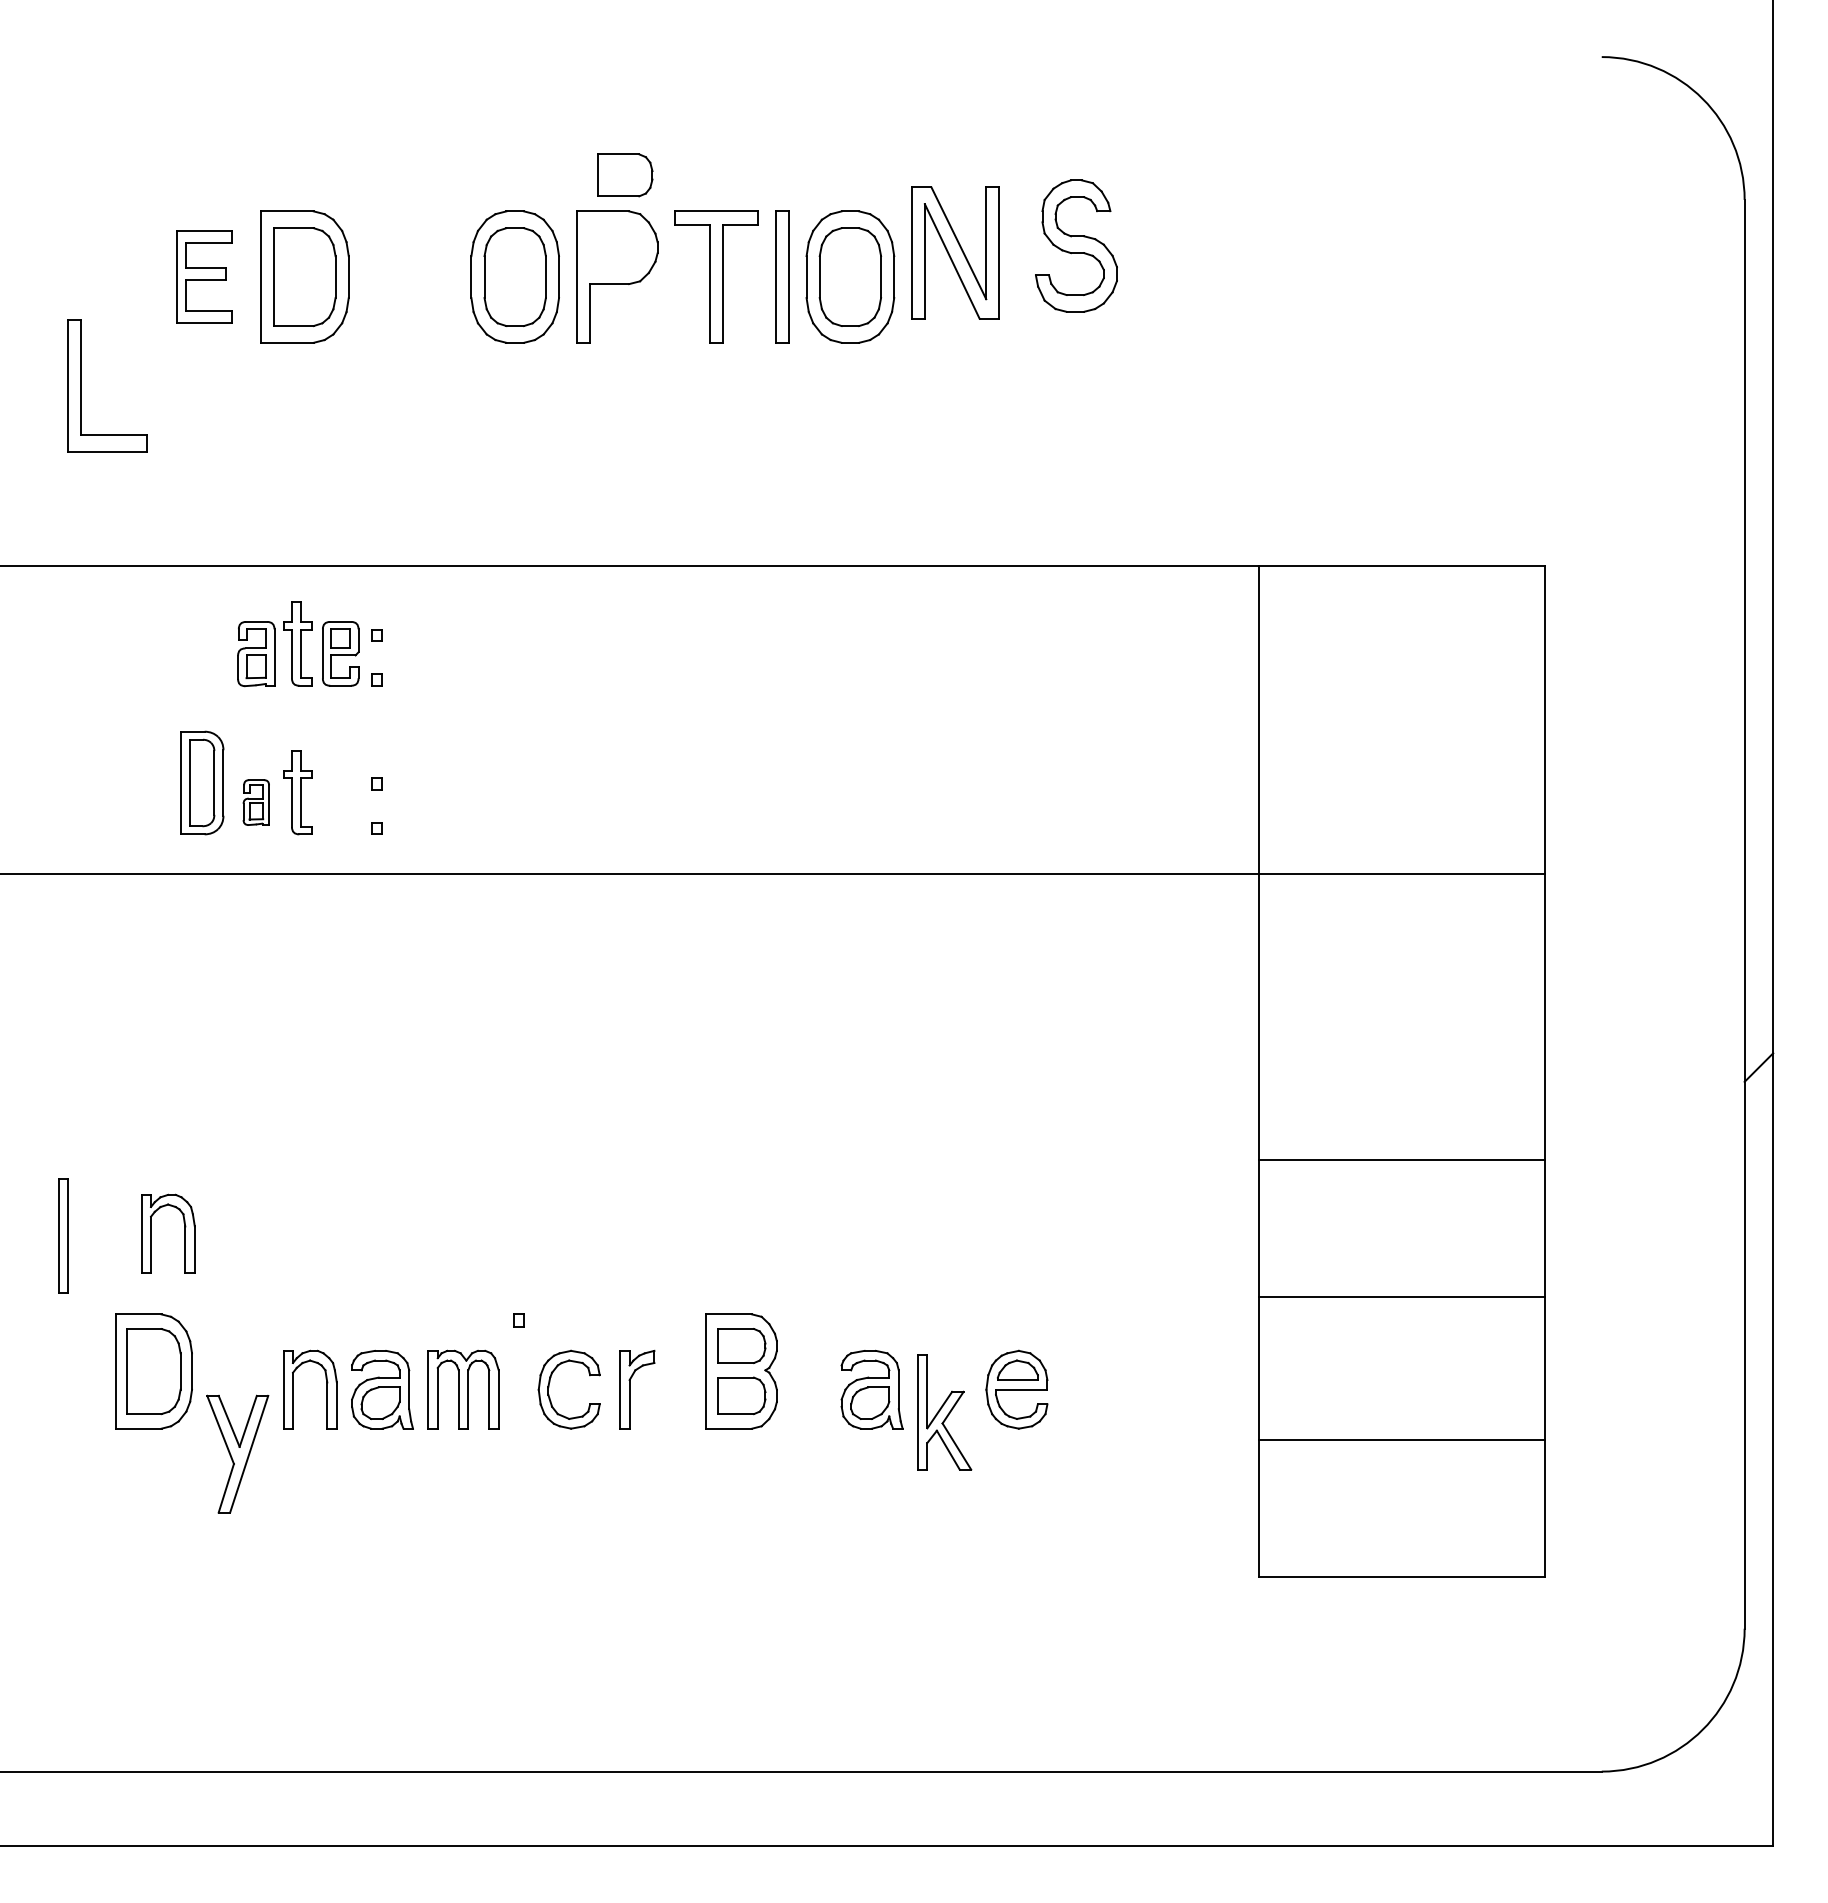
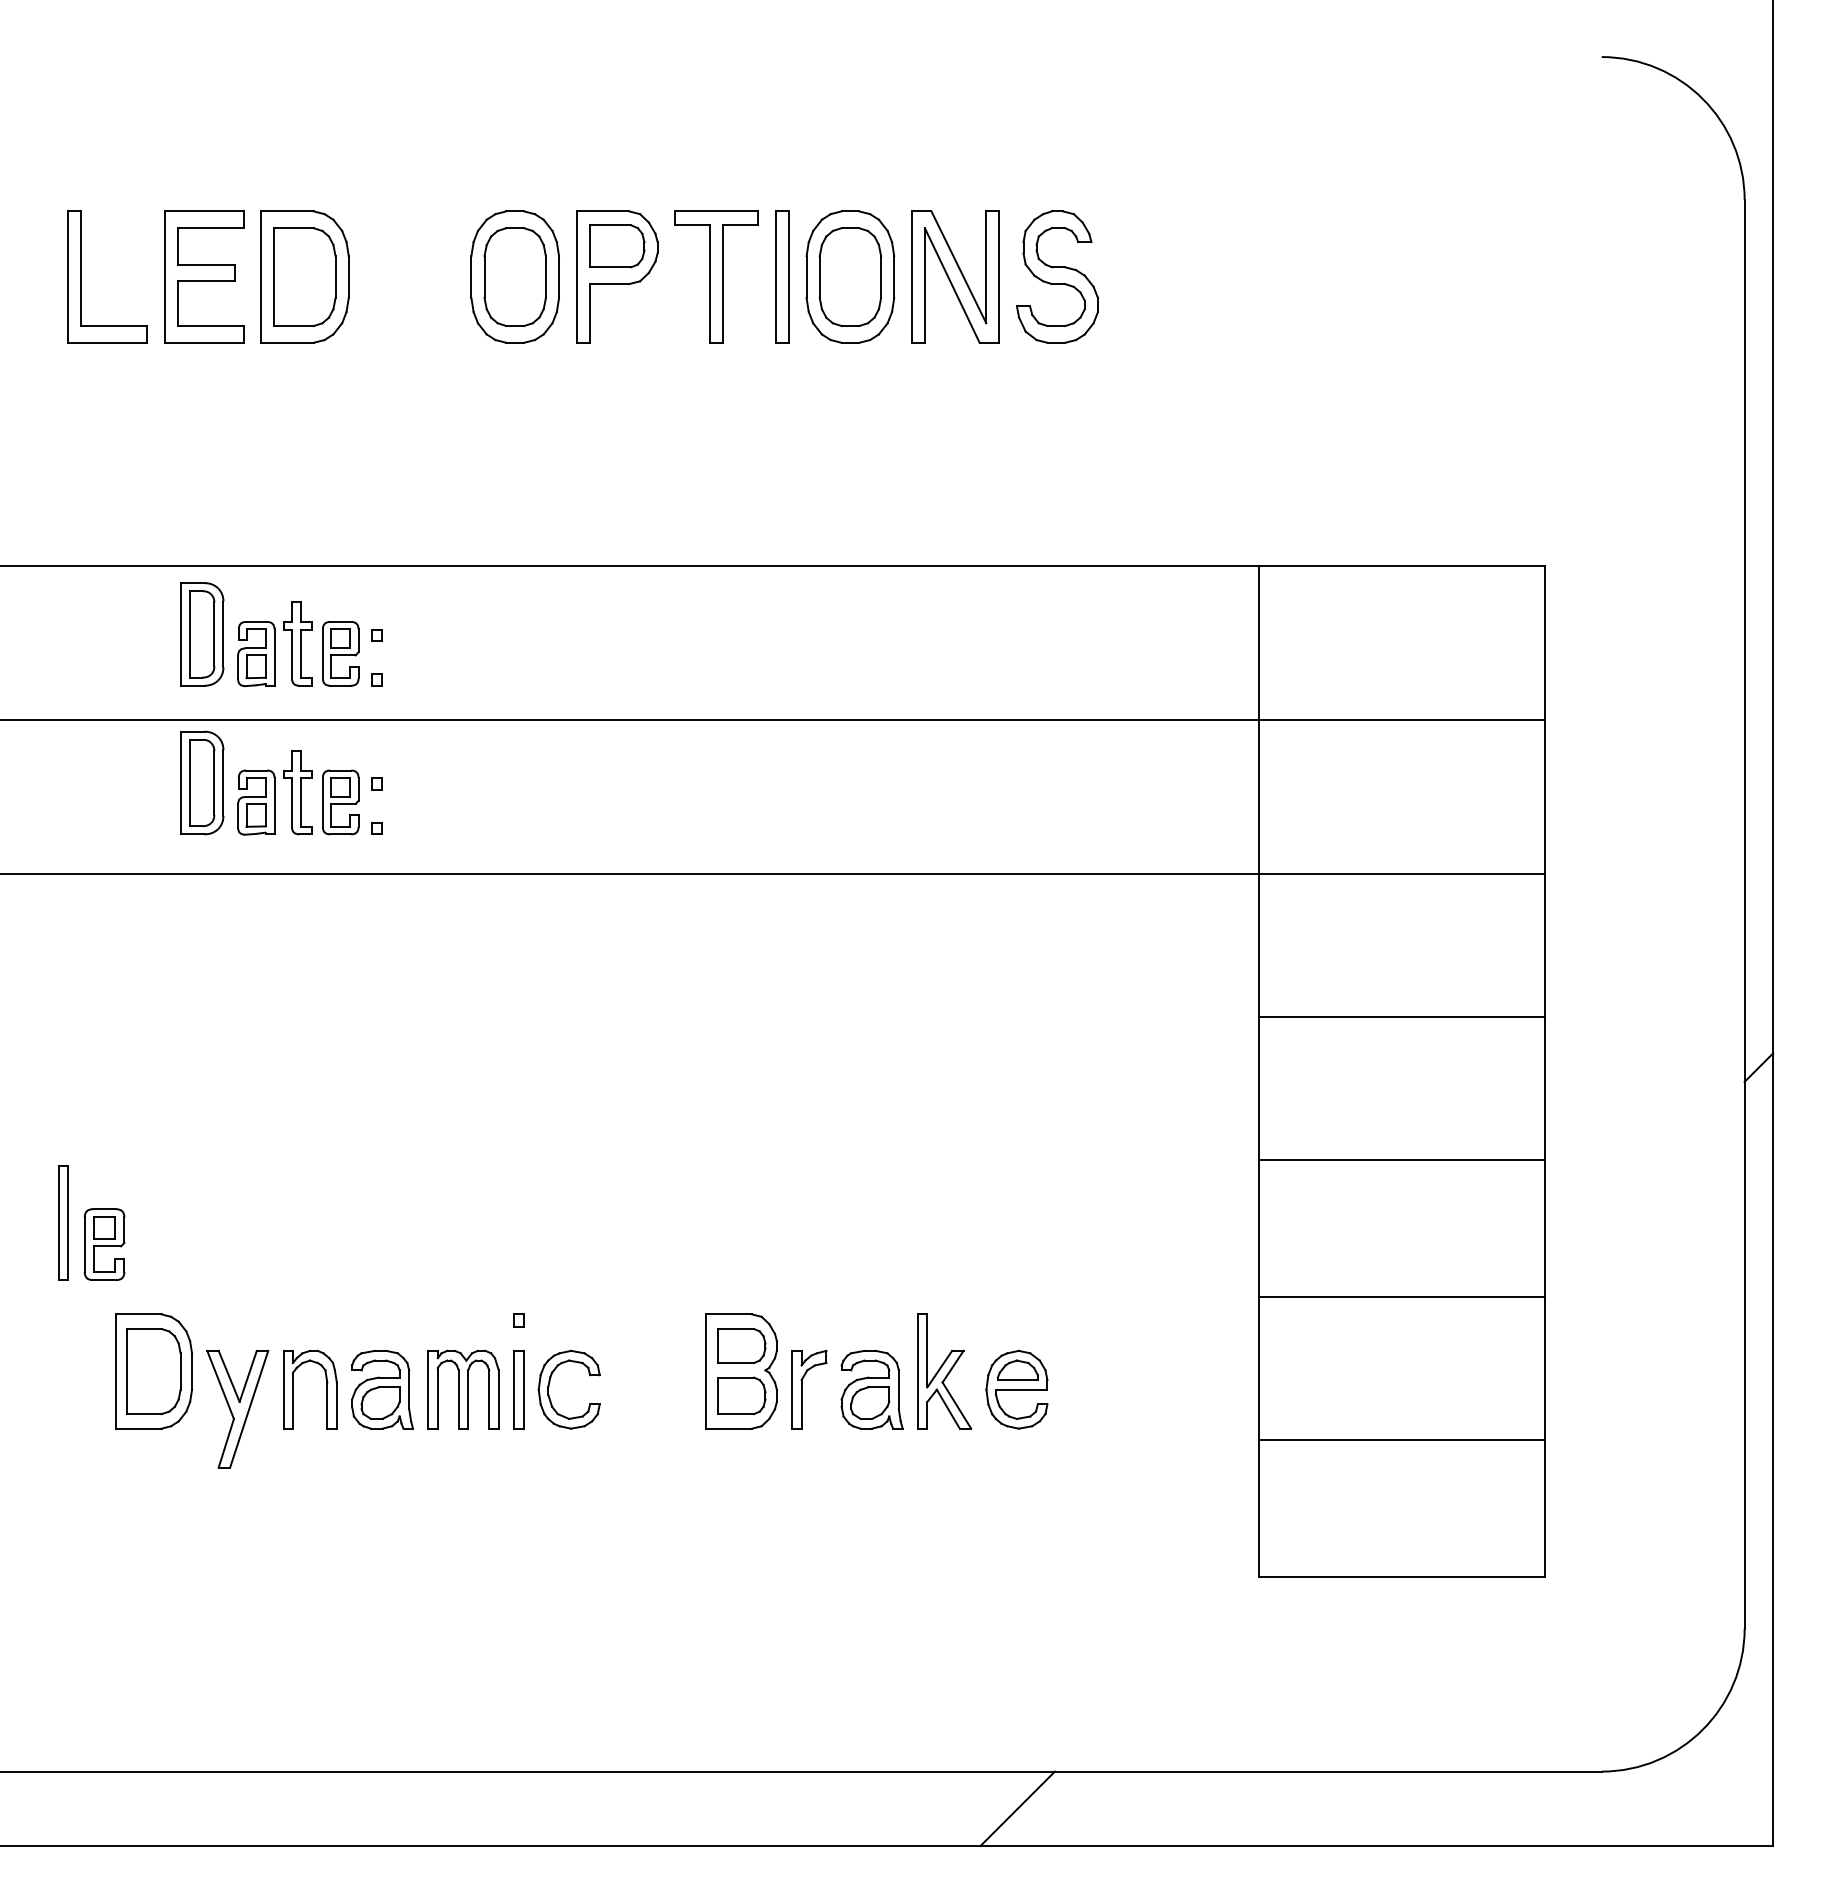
part at (625, 175) position: (625, 175) -> (617, 246)
part at (1076, 245) position: (1076, 245) -> (1057, 276)
part at (955, 252) position: (955, 252) -> (955, 276)
part at (204, 276) size: 57x94 px -> 81x134 px
part at (81, 385) position: (81, 385) -> (81, 276)
part at (202, 634): none -> present
line at (773, 720): none -> present
part at (255, 802) size: 28x47 px -> 39x67 px
part at (340, 802): none -> present
line at (1401, 1017): none -> present
part at (184, 1233): present -> none
part at (63, 1235) position: (63, 1235) -> (63, 1222)
part at (104, 1244): none -> present
part at (518, 1389): none -> present
part at (630, 1389) position: (630, 1389) -> (802, 1389)
part at (944, 1412) position: (944, 1412) -> (944, 1371)
part at (237, 1453) position: (237, 1453) -> (237, 1408)
line at (1017, 1808): none -> present
